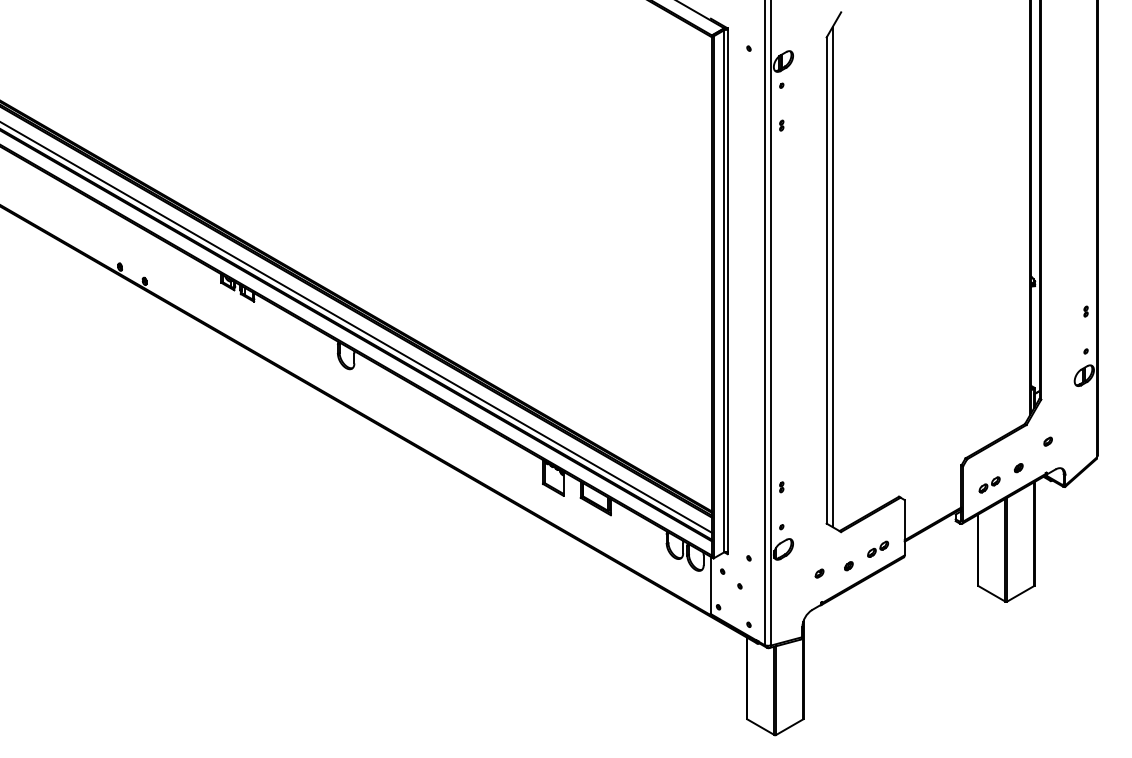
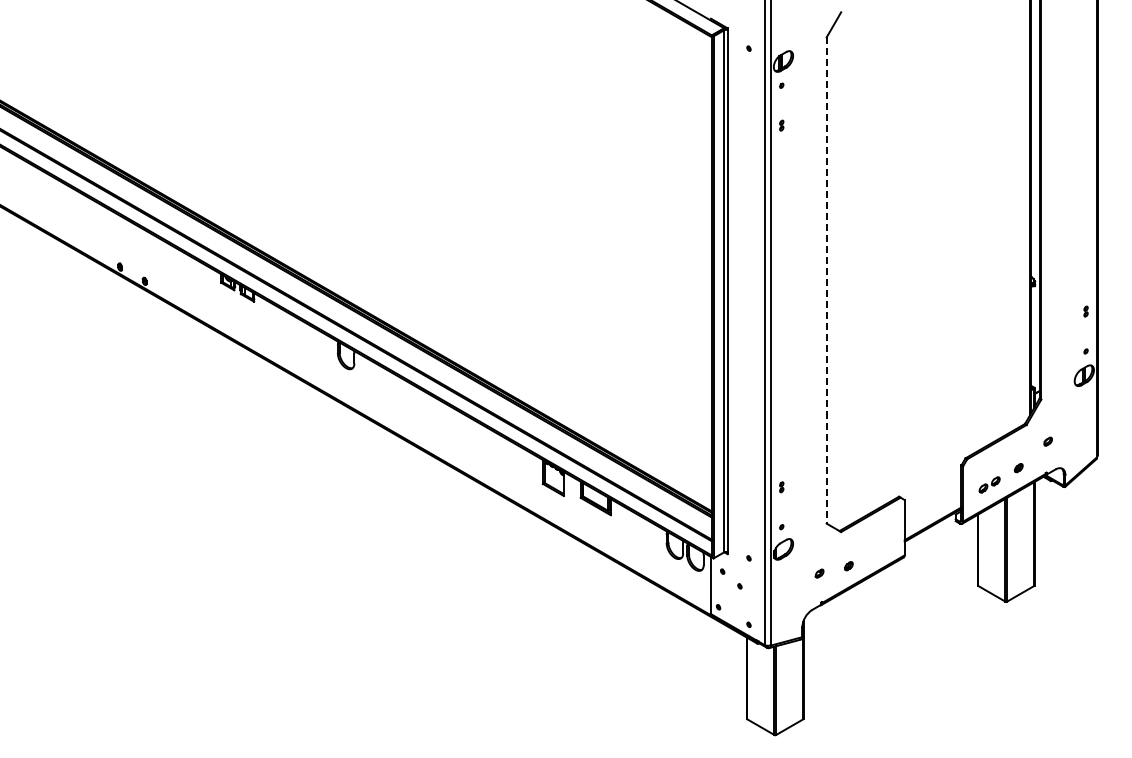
line at (832, 276): present -> none
line at (826, 281): solid -> dashed
line at (356, 327): present -> none
part at (878, 548): present -> none
